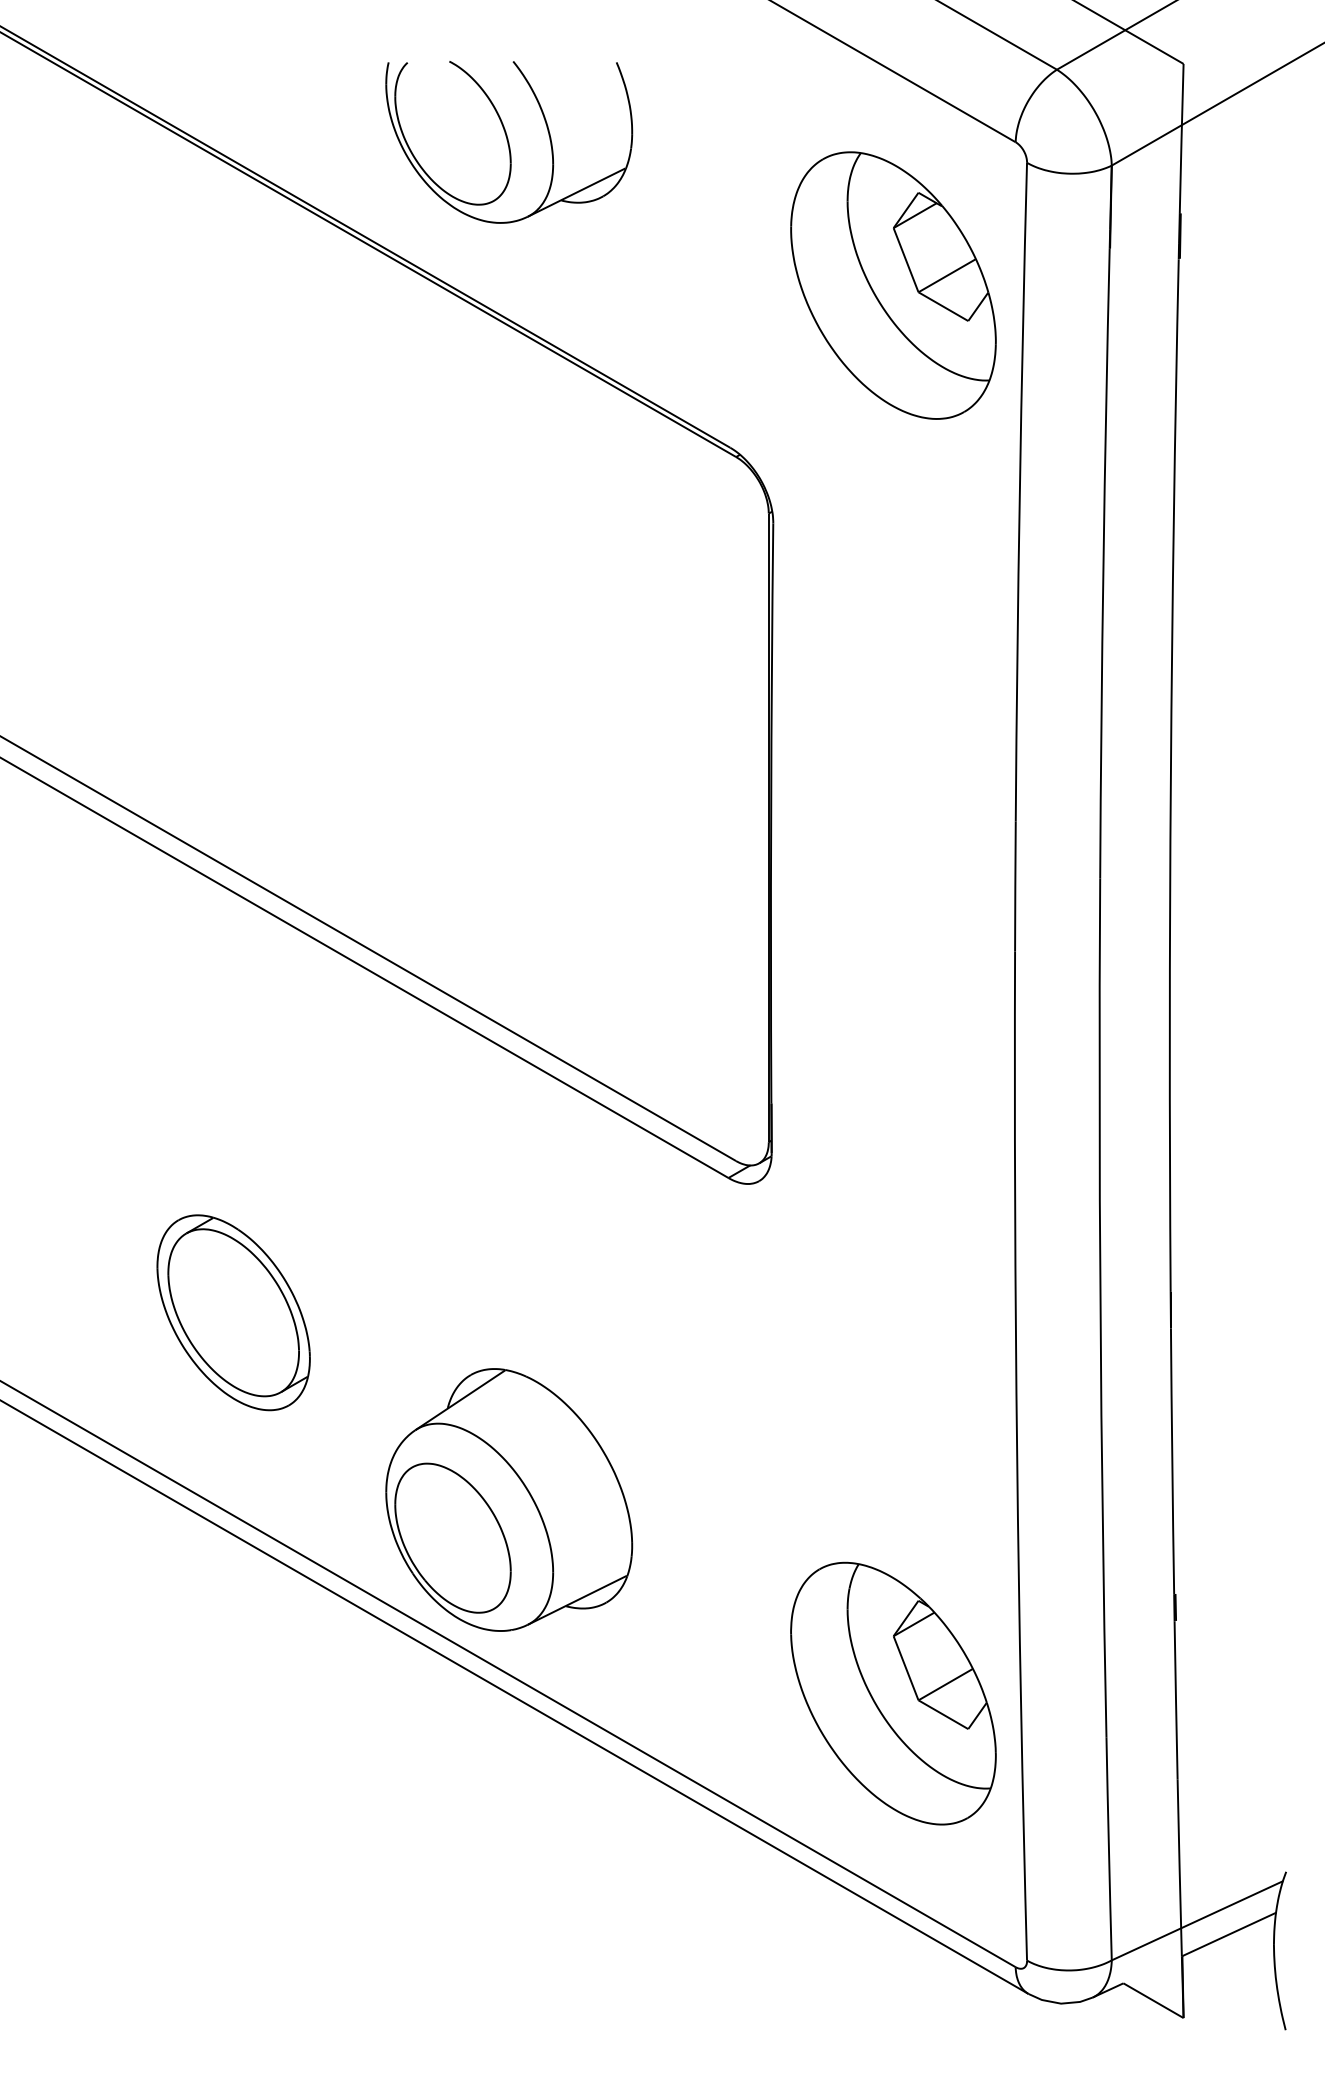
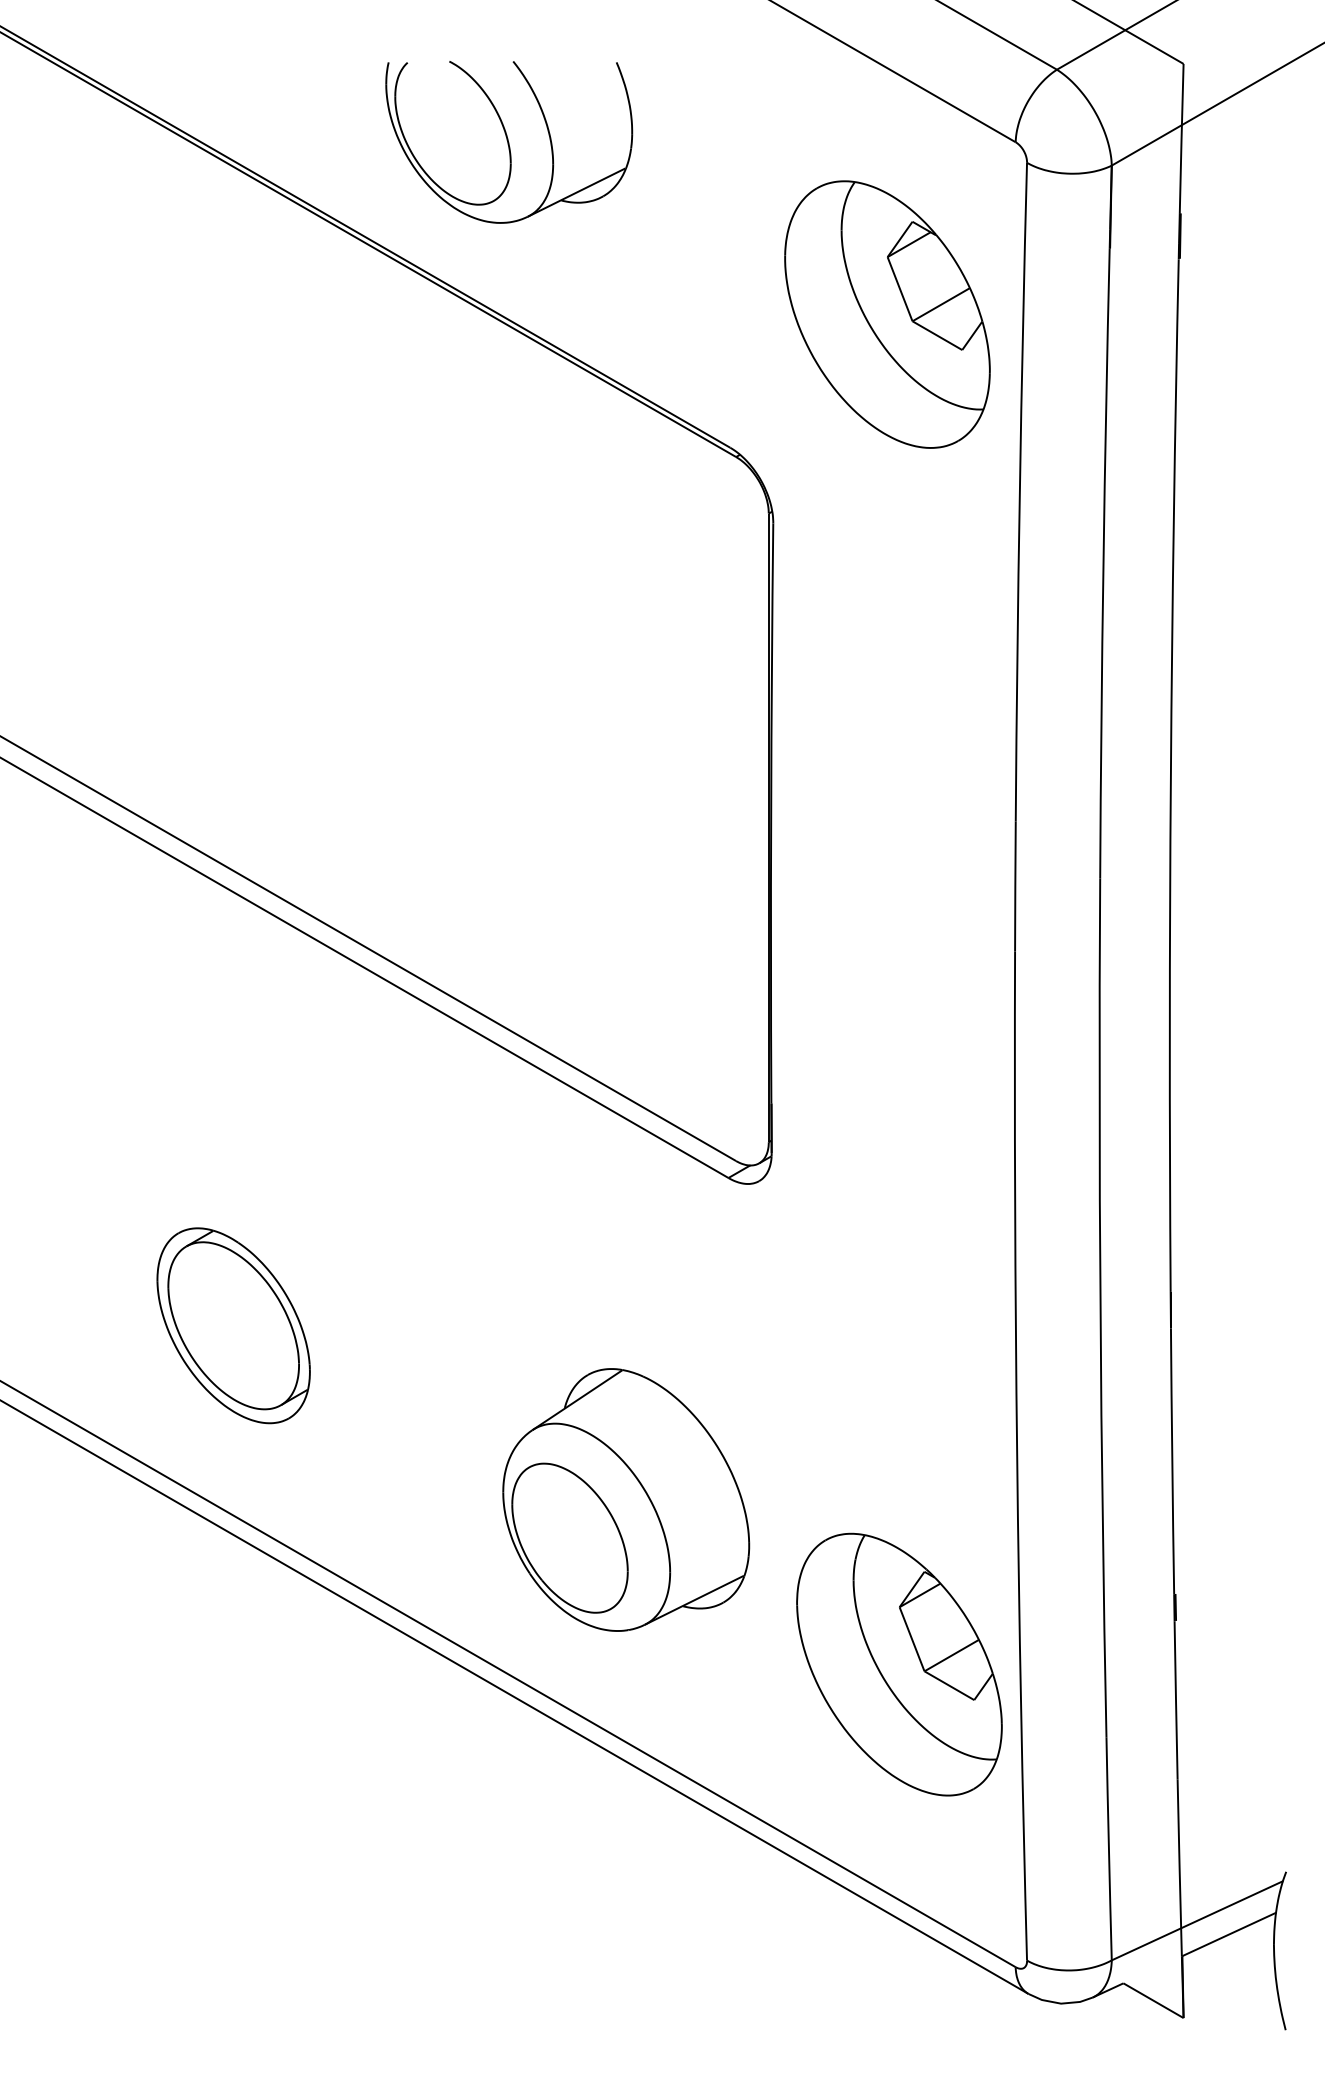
part at (893, 285) position: (893, 285) -> (887, 314)
part at (233, 1312) position: (233, 1312) -> (233, 1325)
part at (509, 1499) position: (509, 1499) -> (626, 1499)
part at (893, 1693) position: (893, 1693) -> (899, 1664)
